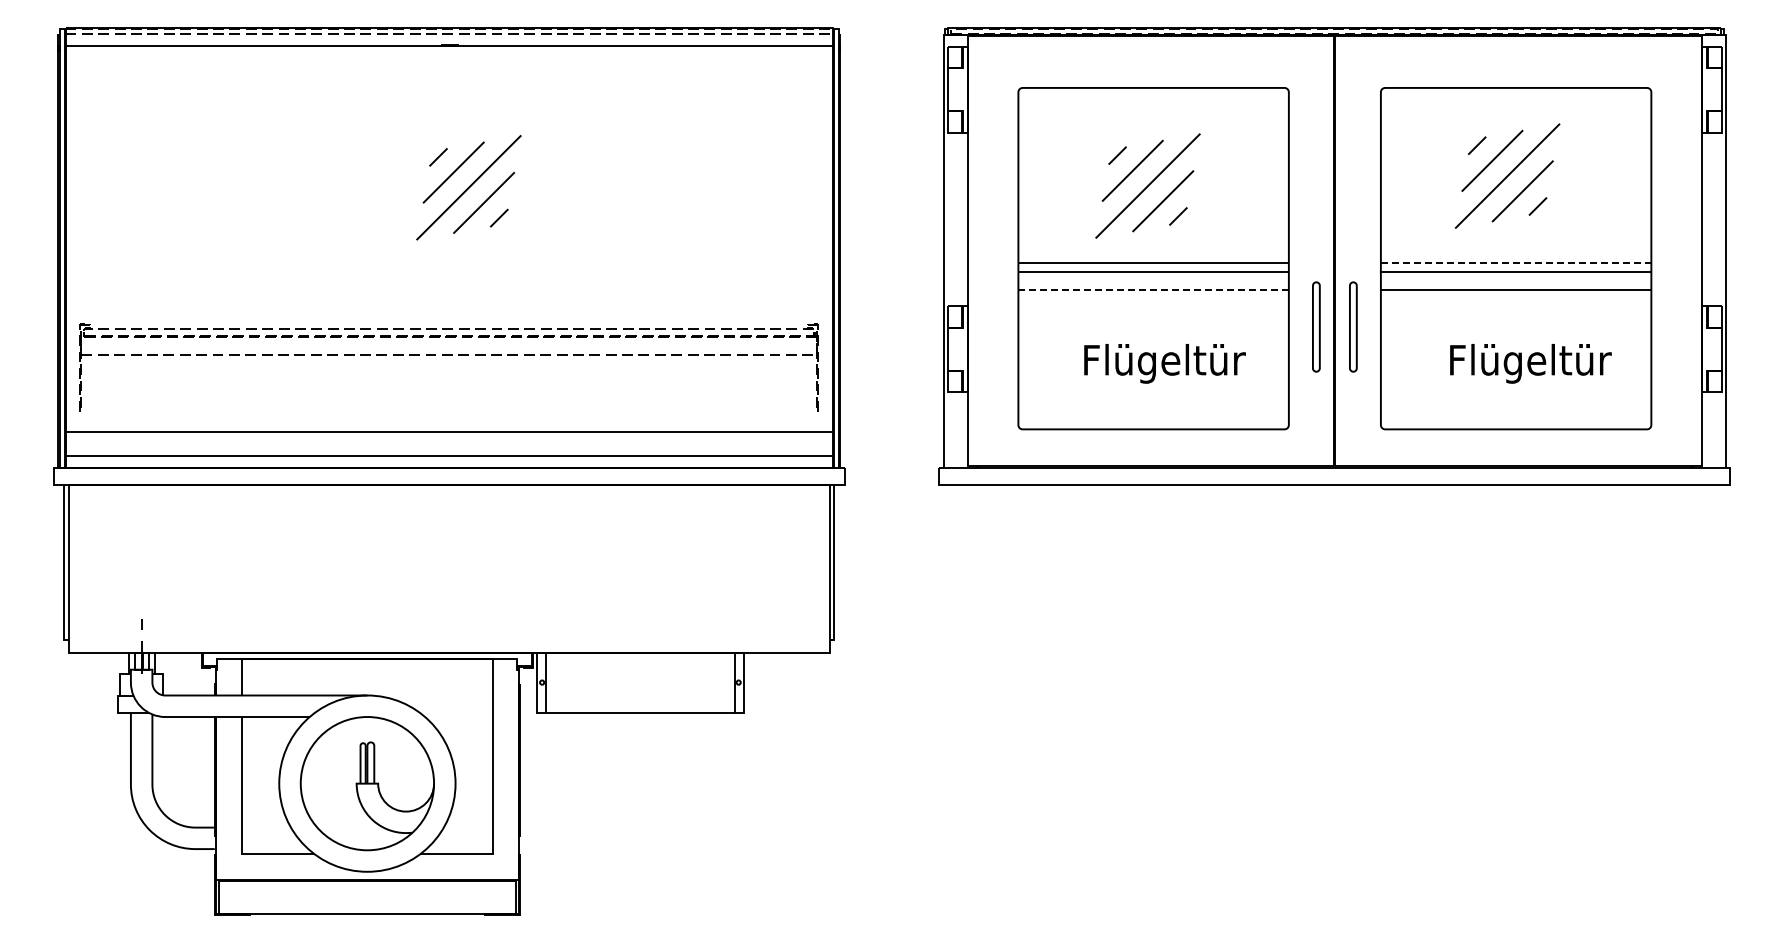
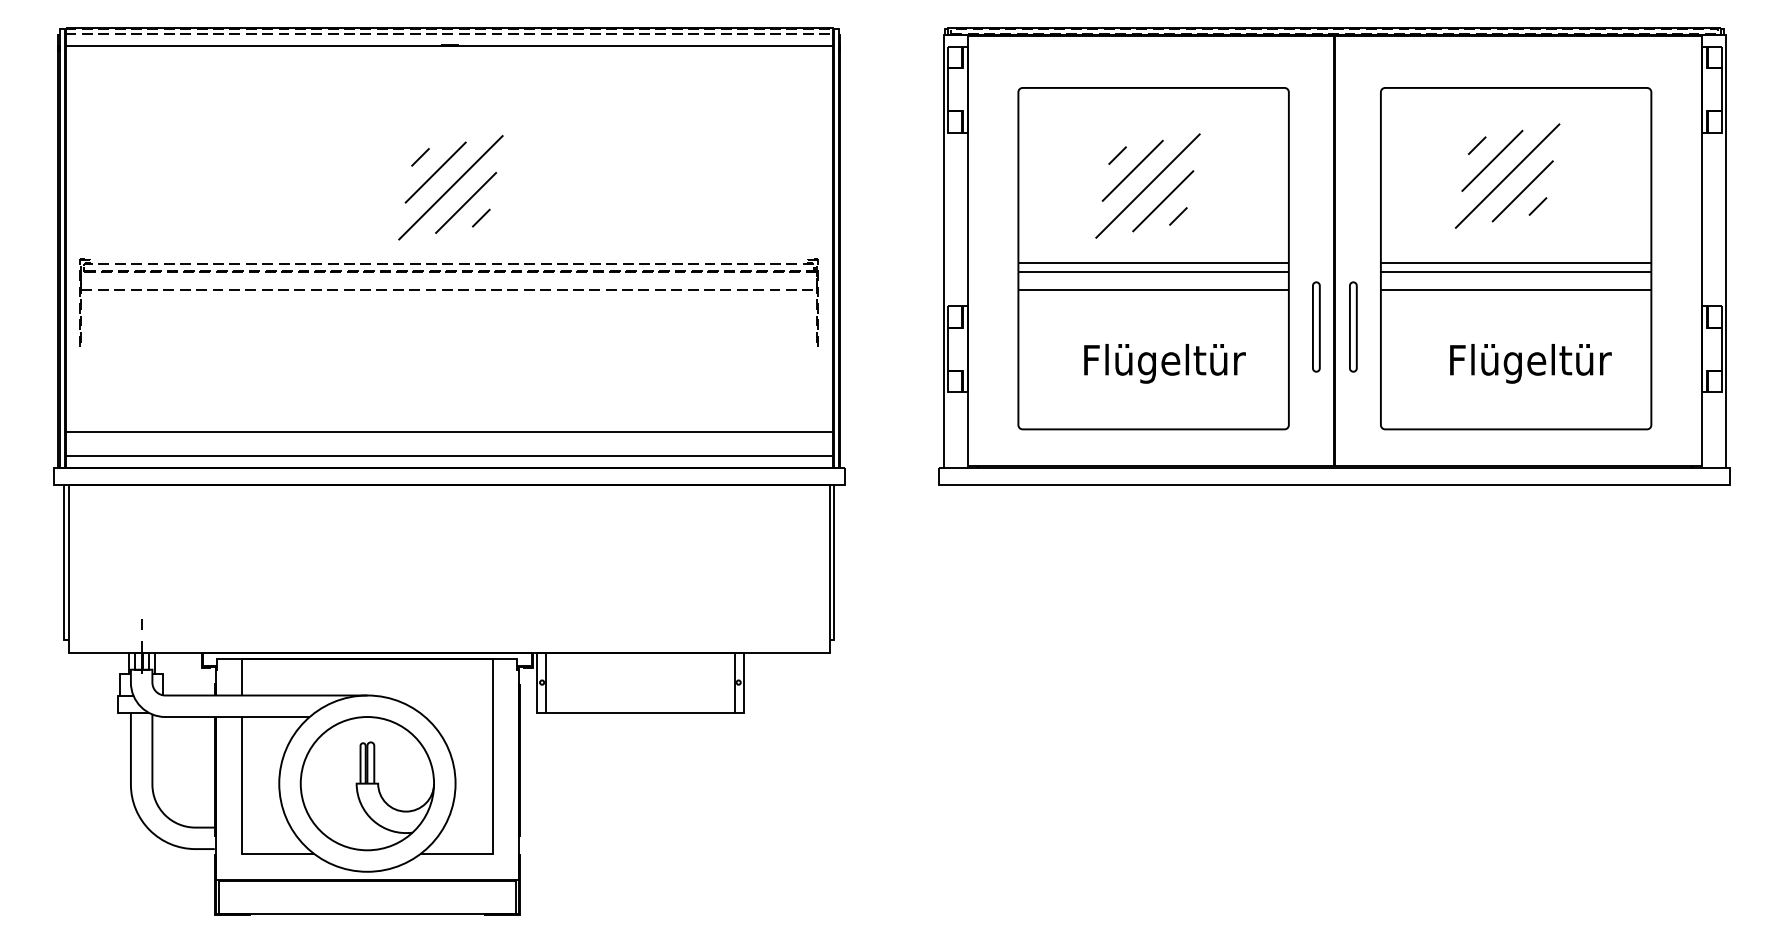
part at (468, 187) position: (468, 187) -> (450, 187)
line at (1516, 262): dashed -> solid
line at (1154, 290): dashed -> solid
part at (448, 355) position: (448, 355) -> (448, 290)
